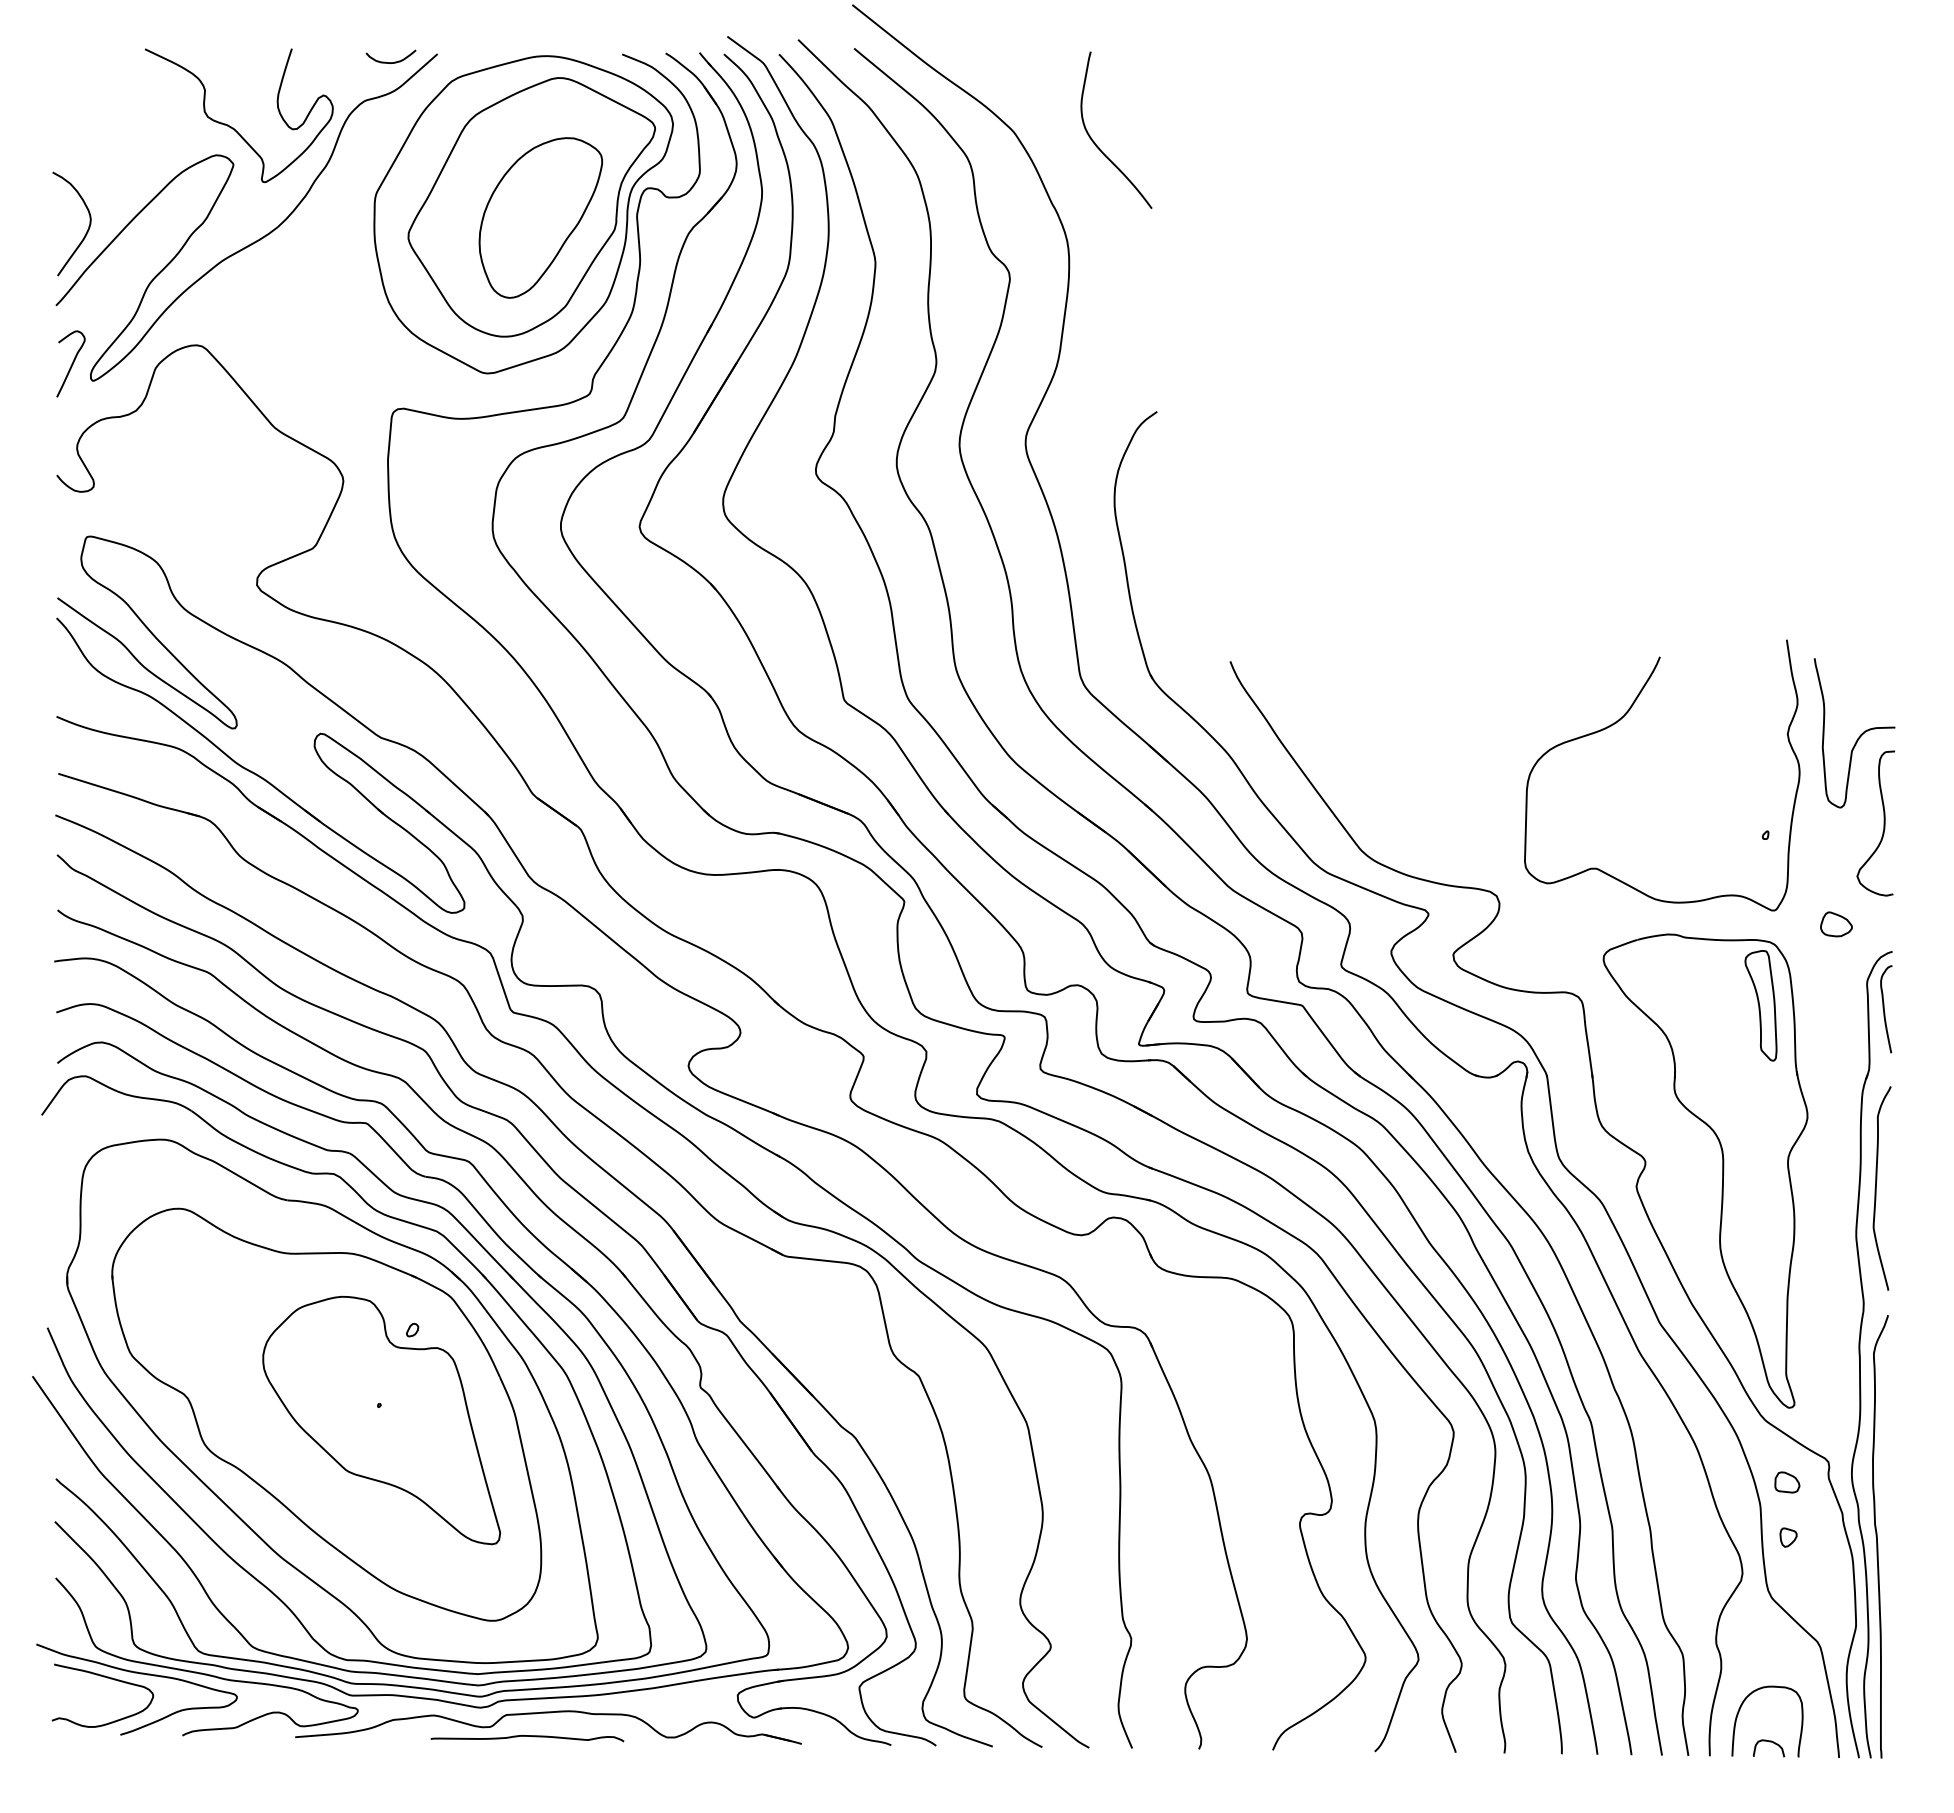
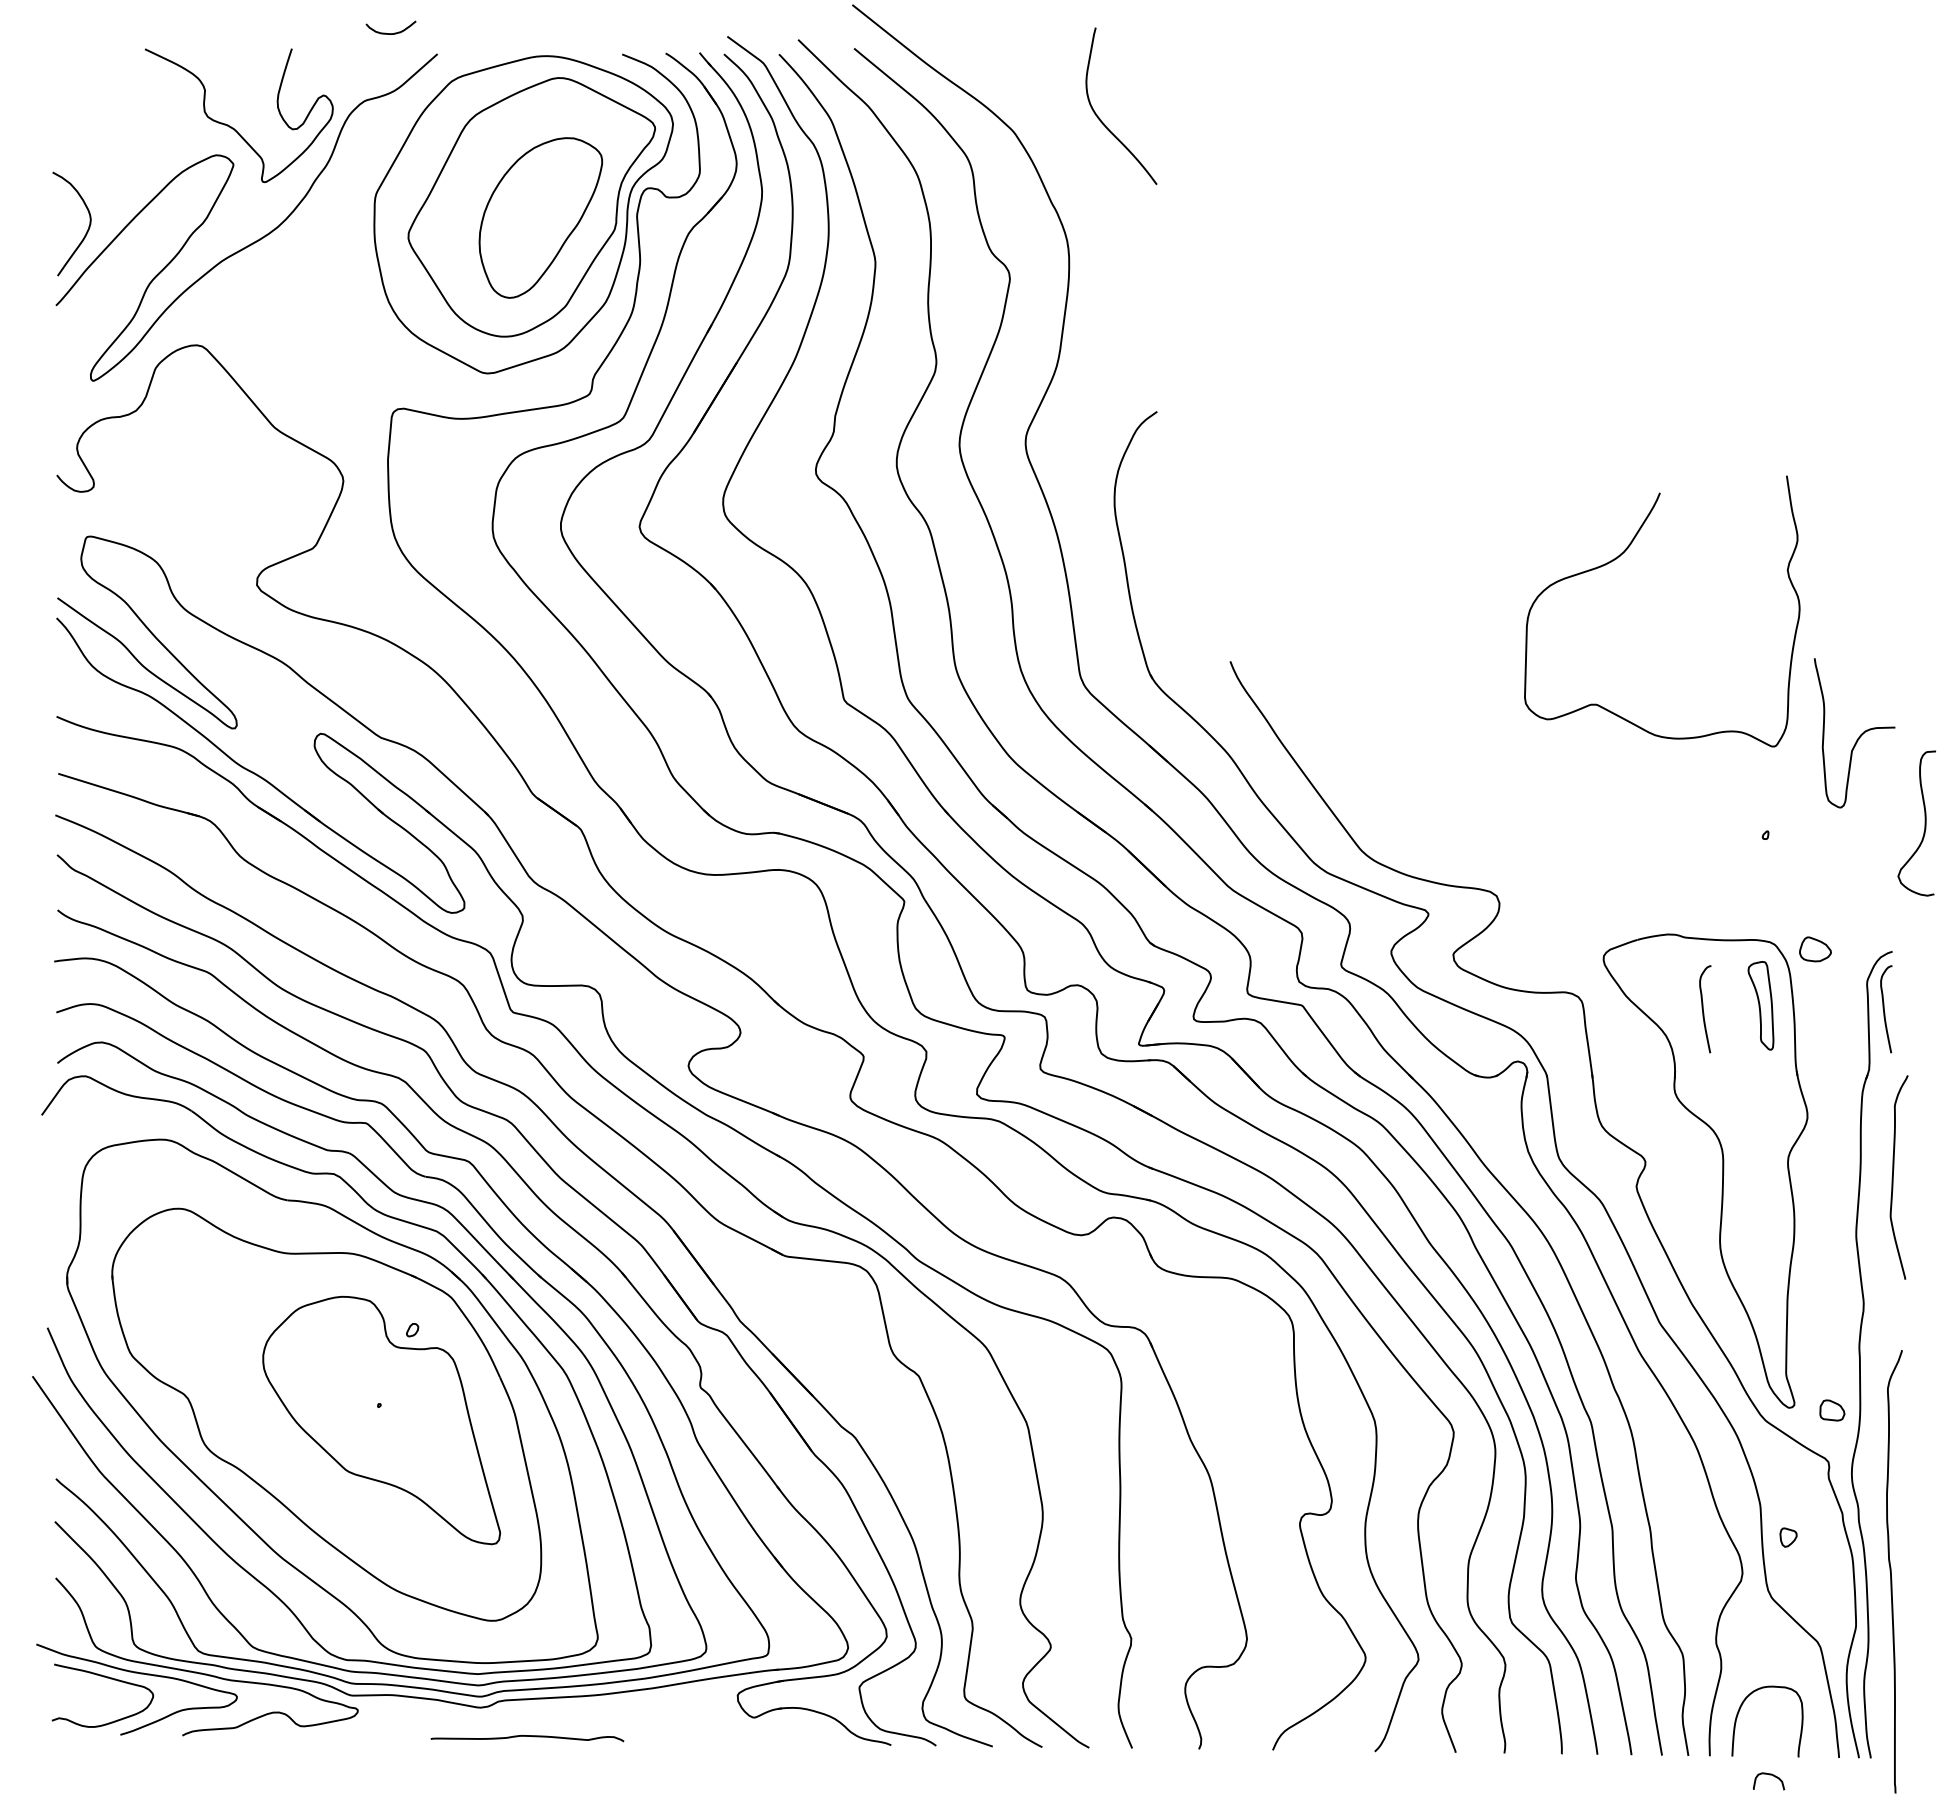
curve at (390, 62) position: (390, 62) -> (390, 33)
curve at (1095, 142) position: (1095, 142) -> (1100, 118)
curve at (71, 363): present -> none
curve at (1619, 721) position: (1619, 721) -> (1619, 557)
curve at (1883, 823) position: (1883, 823) -> (1924, 823)
part at (1836, 924) position: (1836, 924) -> (1815, 949)
part at (1760, 1005) size: 34x112 px -> 28x90 px
curve at (1703, 1009): none -> present
curve at (1876, 1188) position: (1876, 1188) -> (1893, 1177)
part at (1787, 1482) position: (1787, 1482) -> (1832, 1410)
curve at (1877, 1536) position: (1877, 1536) -> (1891, 1571)
part at (548, 1713): present -> none
curve at (1769, 1742) position: (1769, 1742) -> (1769, 1775)
